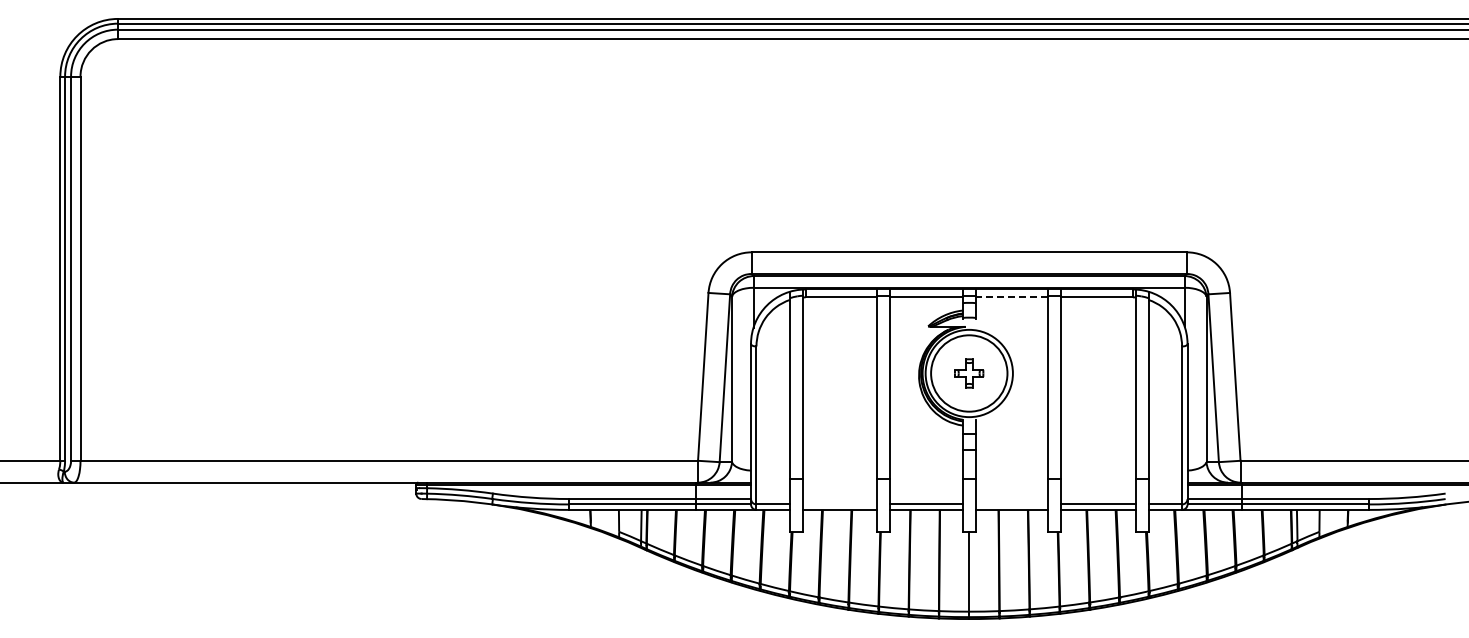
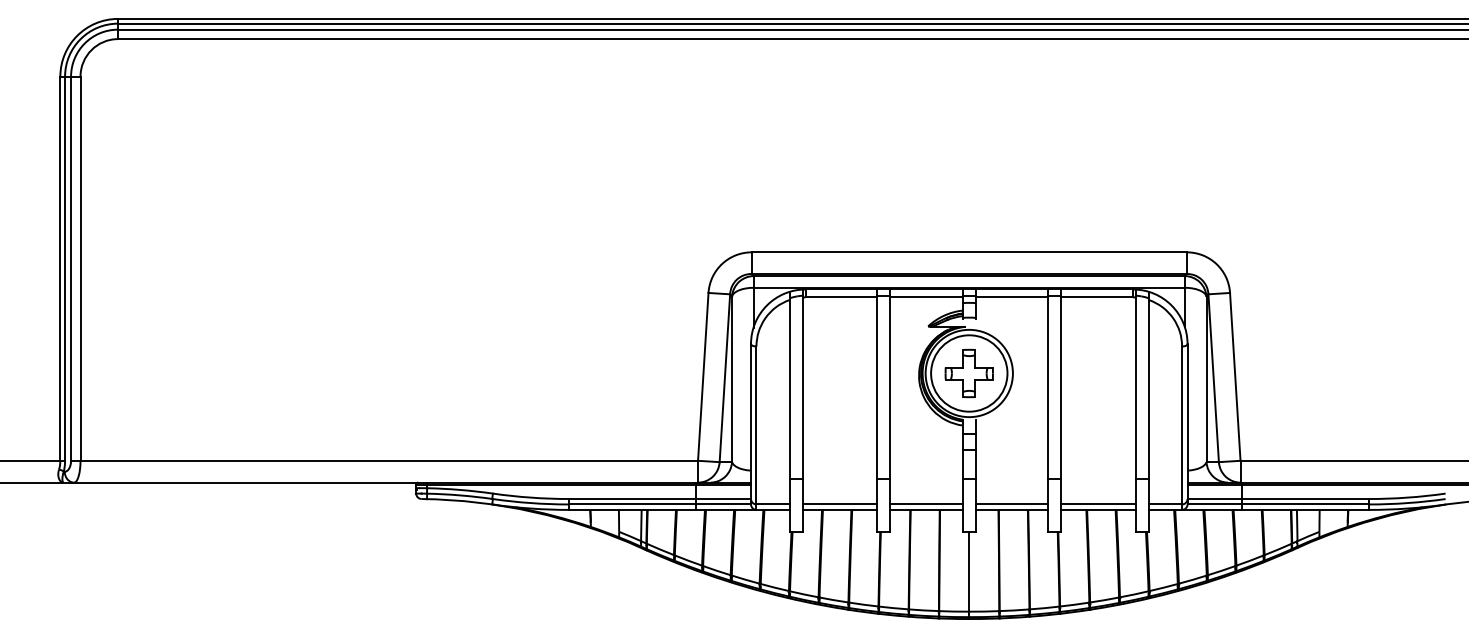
line at (1011, 297): dashed -> solid
part at (969, 373) size: 31x31 px -> 50x51 px
line at (840, 504): none -> present
line at (1011, 504): none -> present
